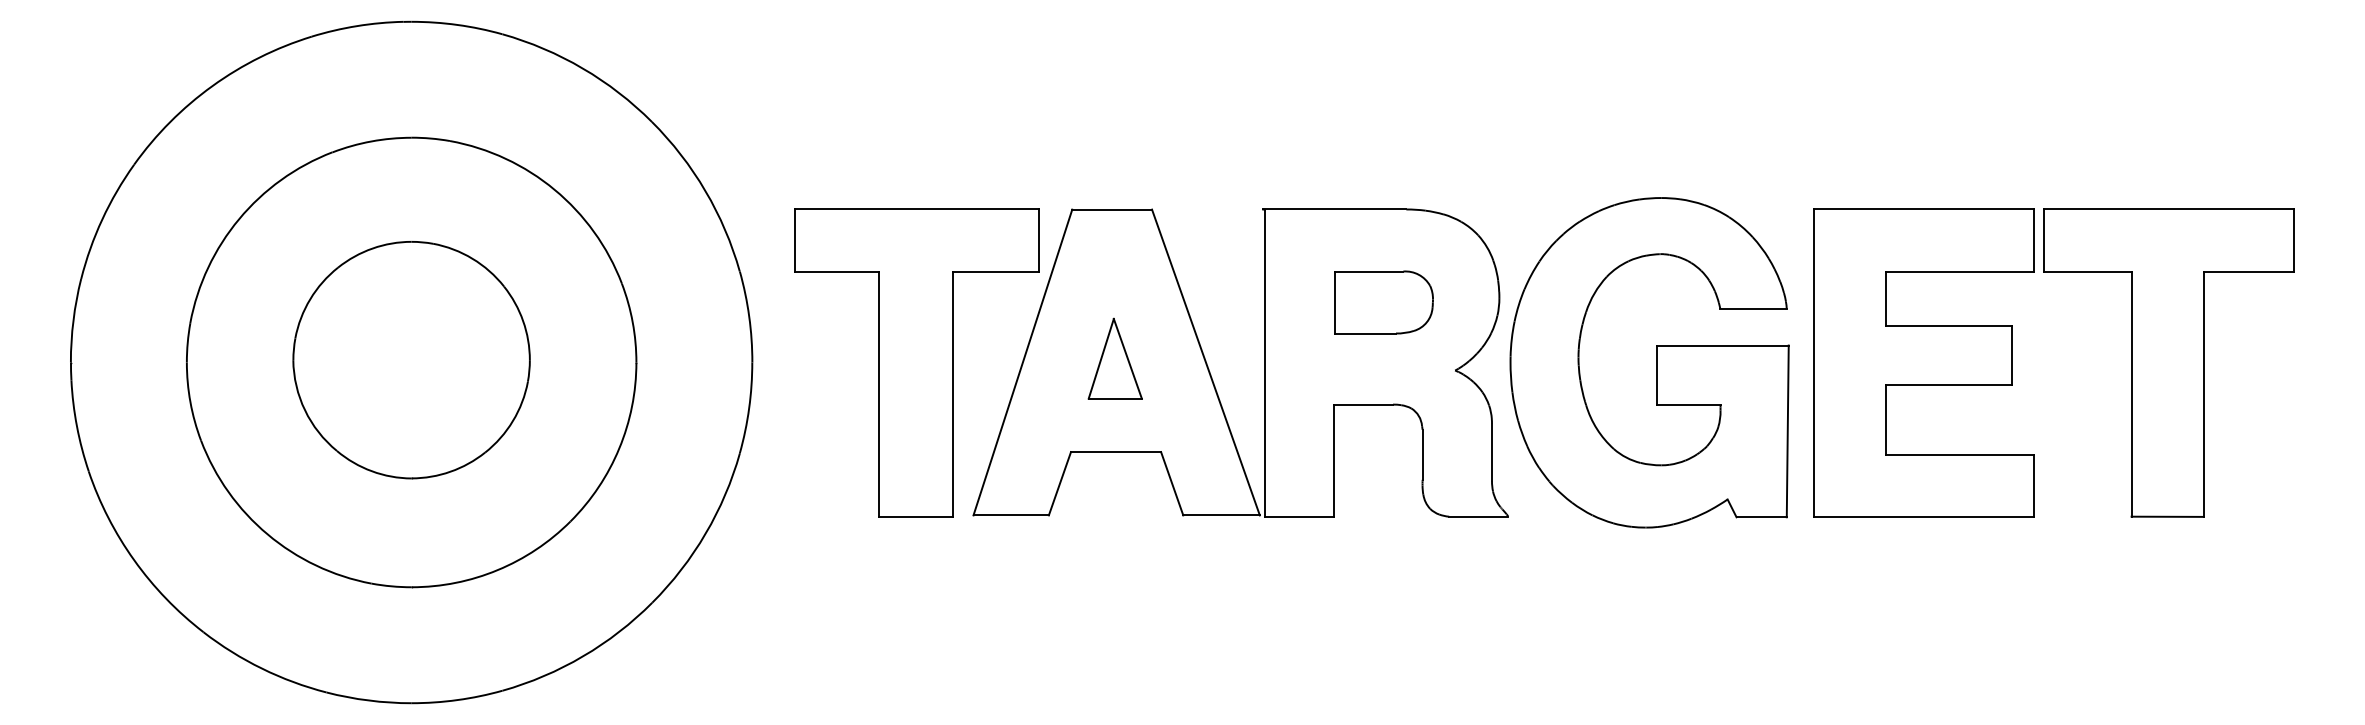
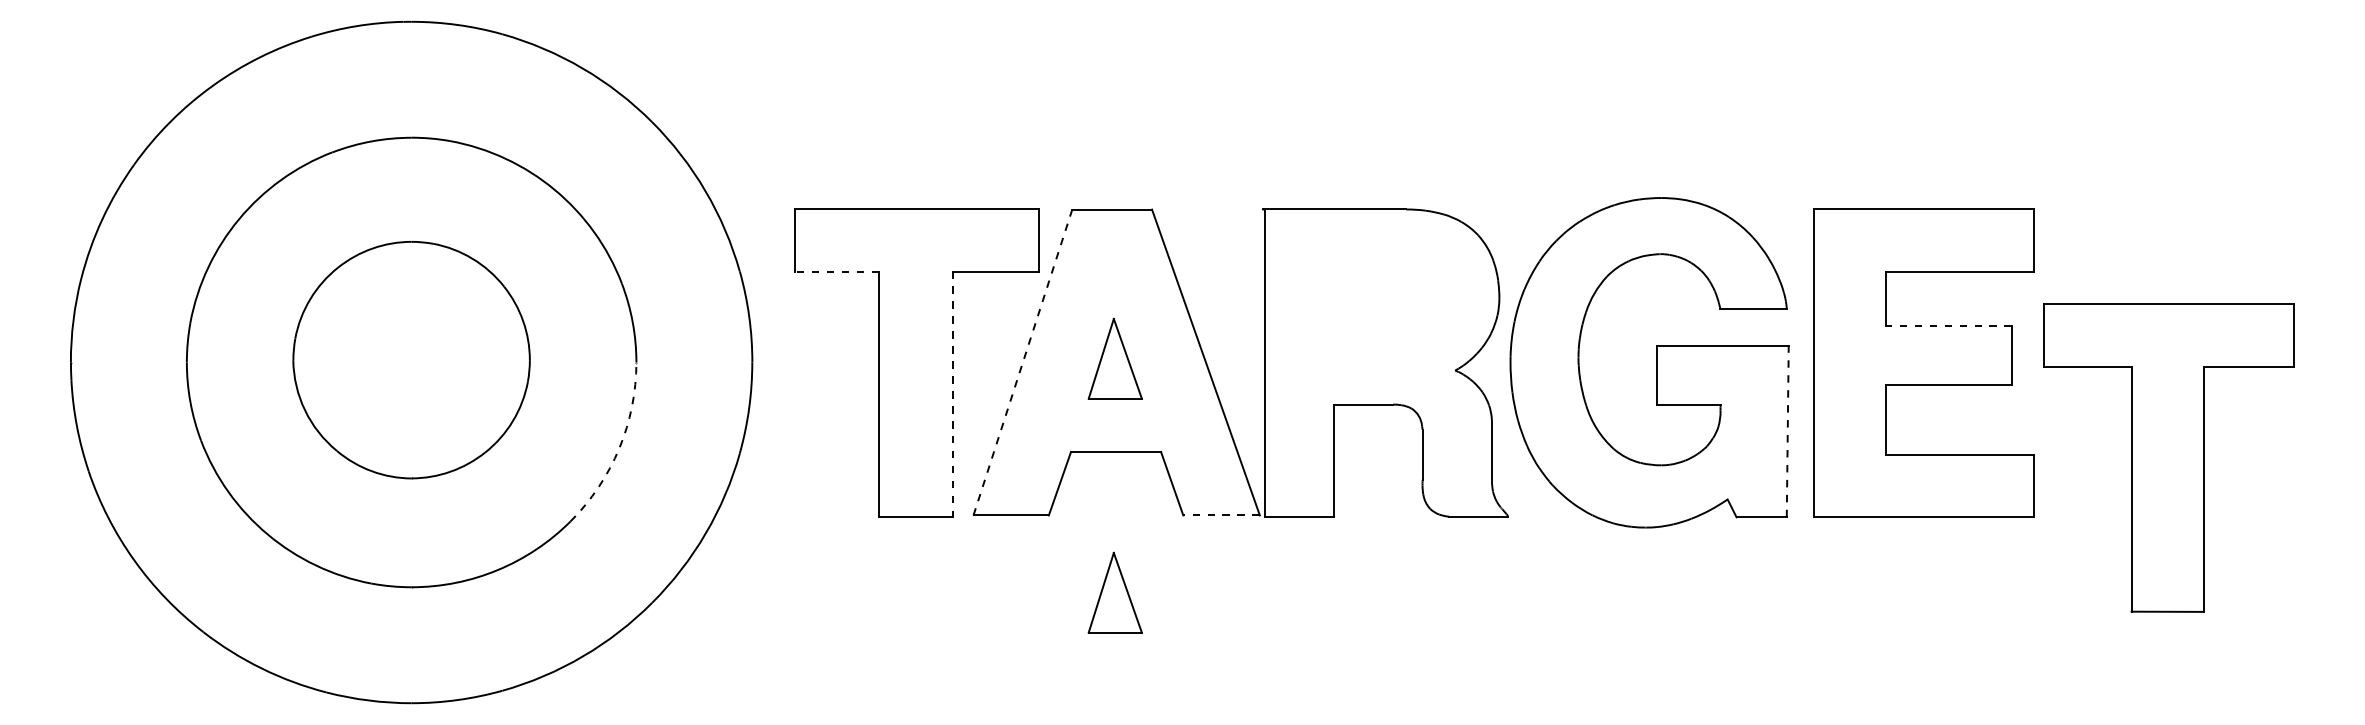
line at (836, 271): solid -> dashed
part at (1383, 302): present -> none
line at (1949, 326): solid -> dashed
line at (1022, 362): solid -> dashed
part at (2168, 362) position: (2168, 362) -> (2168, 457)
line at (952, 394): solid -> dashed
line at (1787, 431): solid -> dashed
arc at (619, 448): solid -> dashed
line at (1221, 515): solid -> dashed
part at (1114, 592): none -> present
